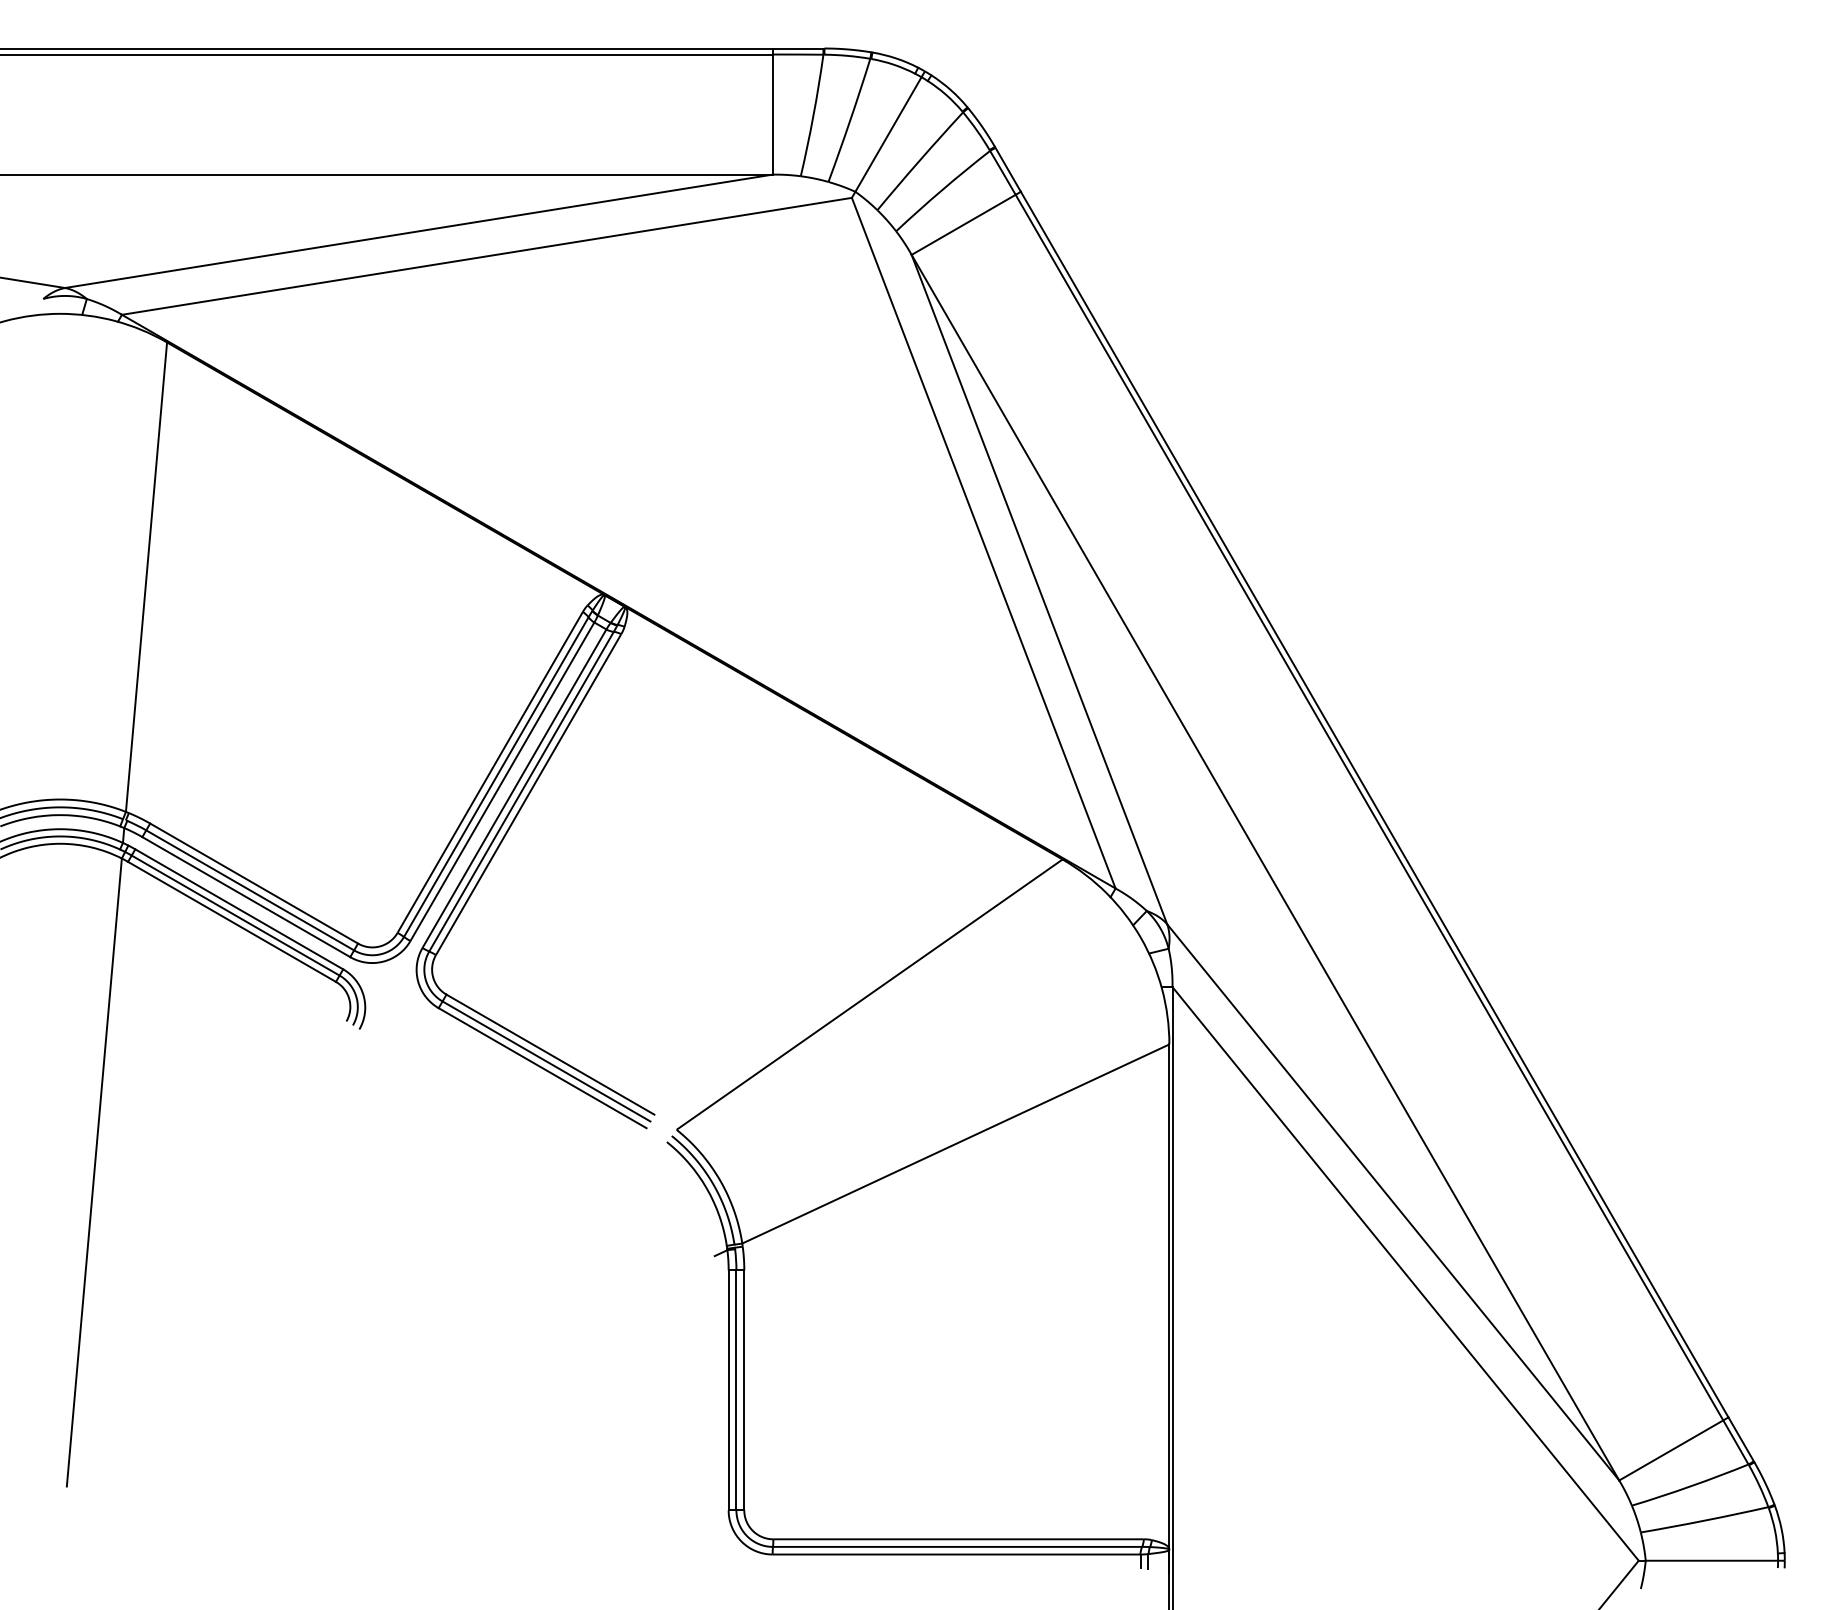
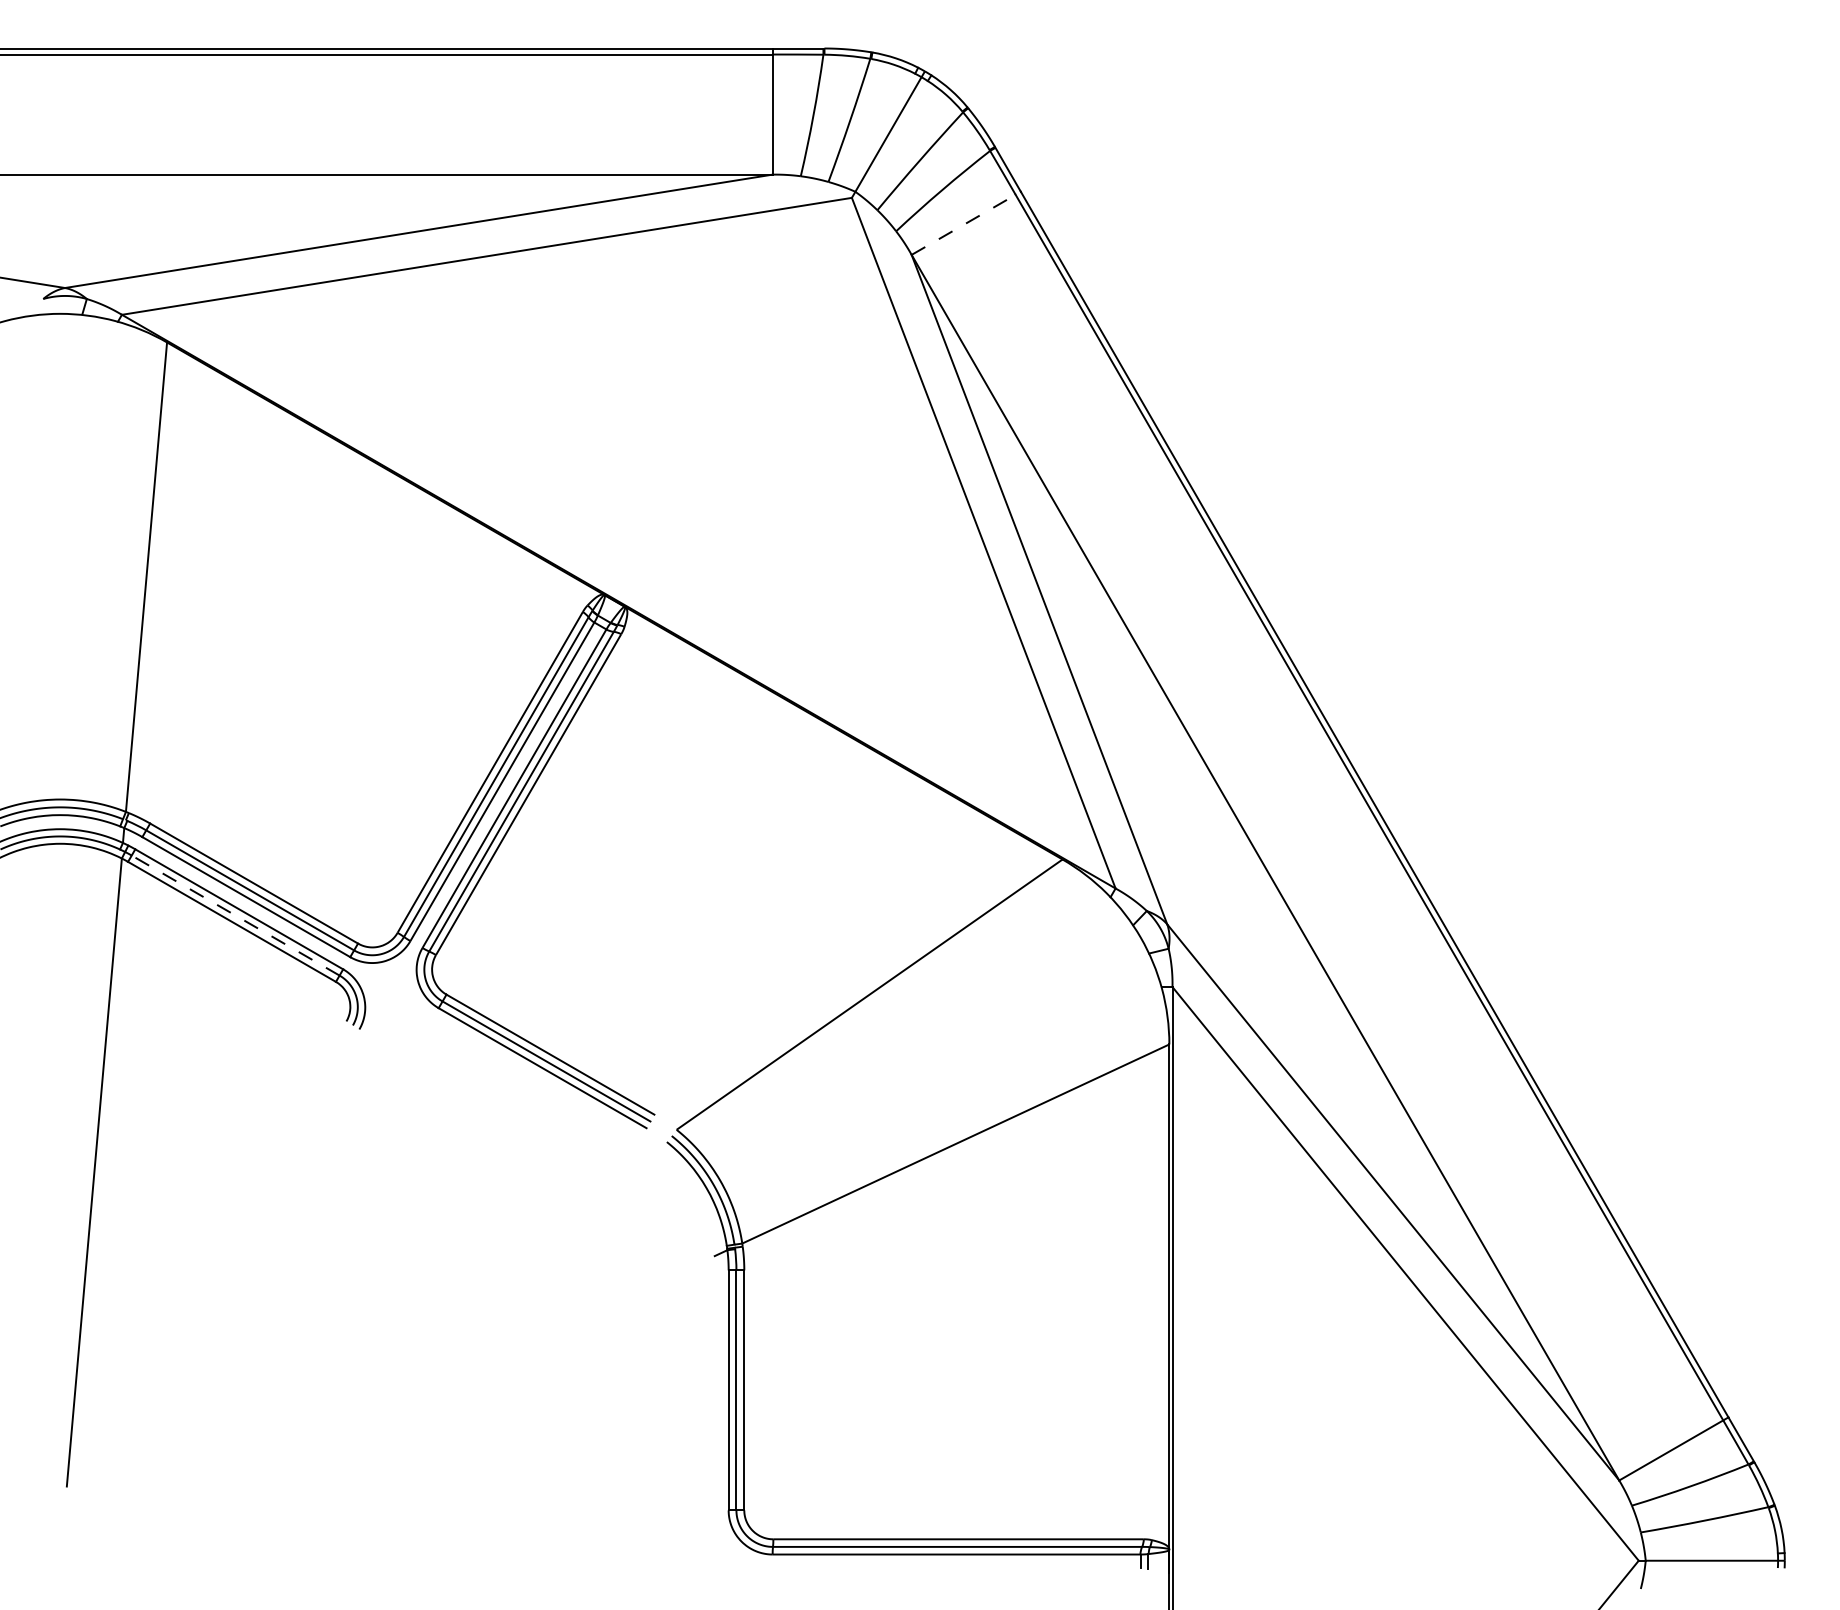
line at (966, 223): solid -> dashed
line at (235, 915): solid -> dashed
